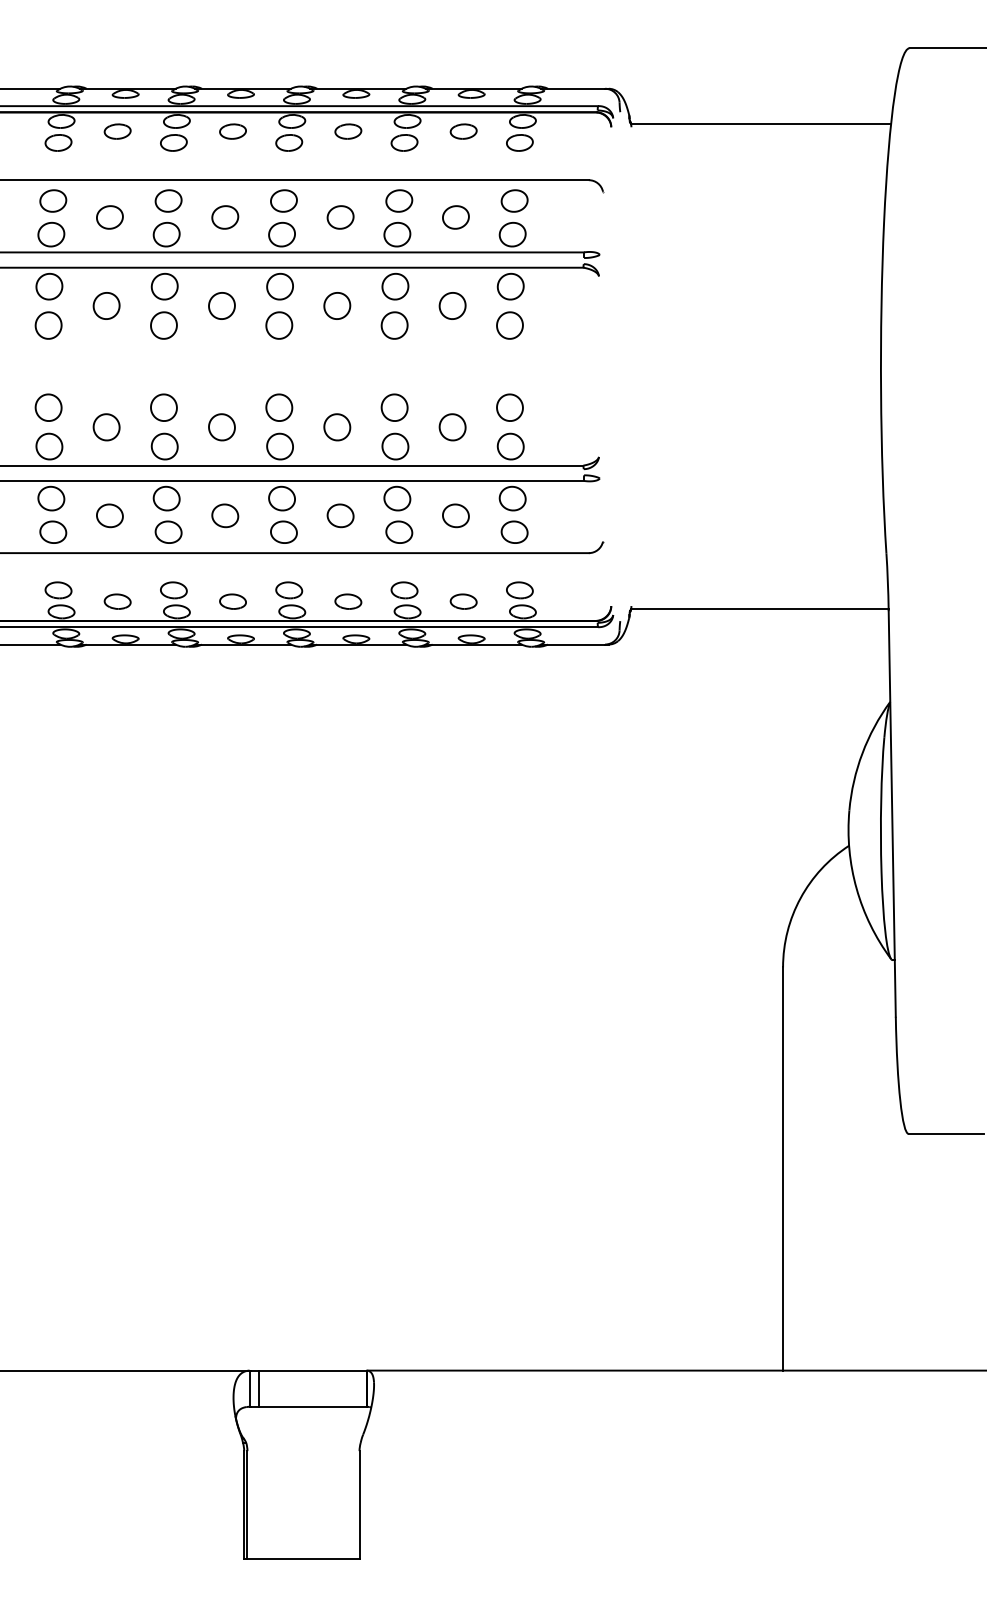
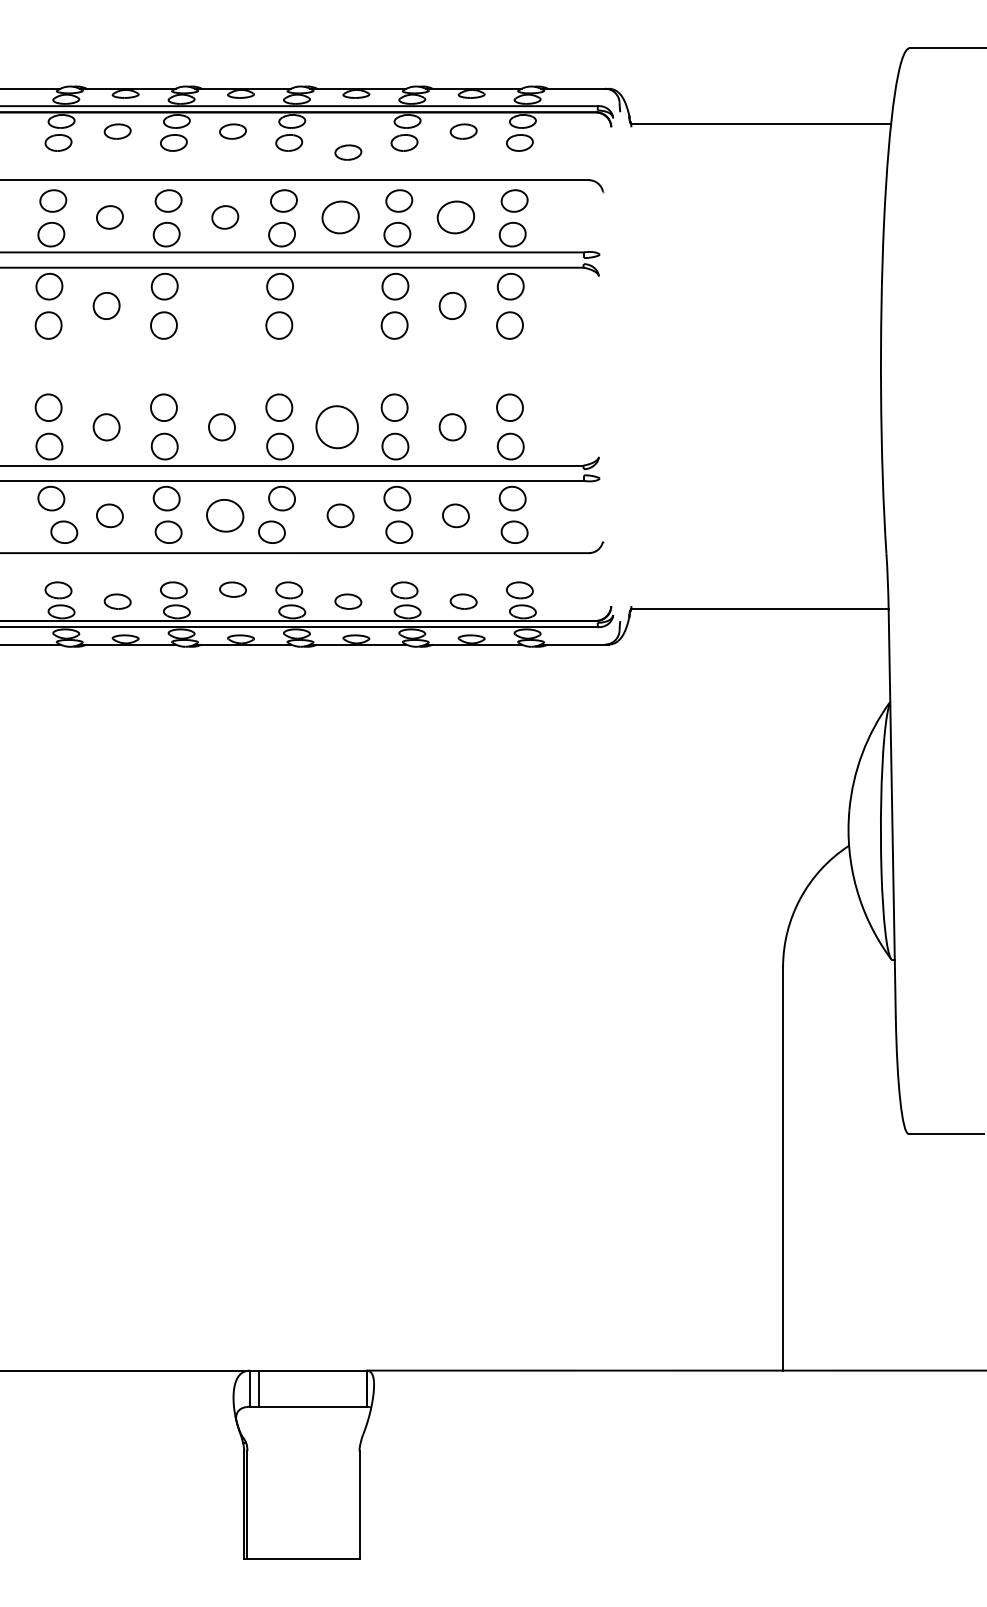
part at (348, 131) position: (348, 131) -> (348, 152)
part at (340, 217) size: 29x25 px -> 39x35 px
part at (455, 217) size: 28x25 px -> 39x35 px
part at (221, 305): present -> none
part at (337, 305): present -> none
part at (337, 427) size: 29x29 px -> 44x45 px
part at (225, 515) size: 29x26 px -> 39x34 px
part at (53, 531) position: (53, 531) -> (64, 531)
part at (283, 531) position: (283, 531) -> (271, 531)
part at (232, 601) position: (232, 601) -> (232, 589)
